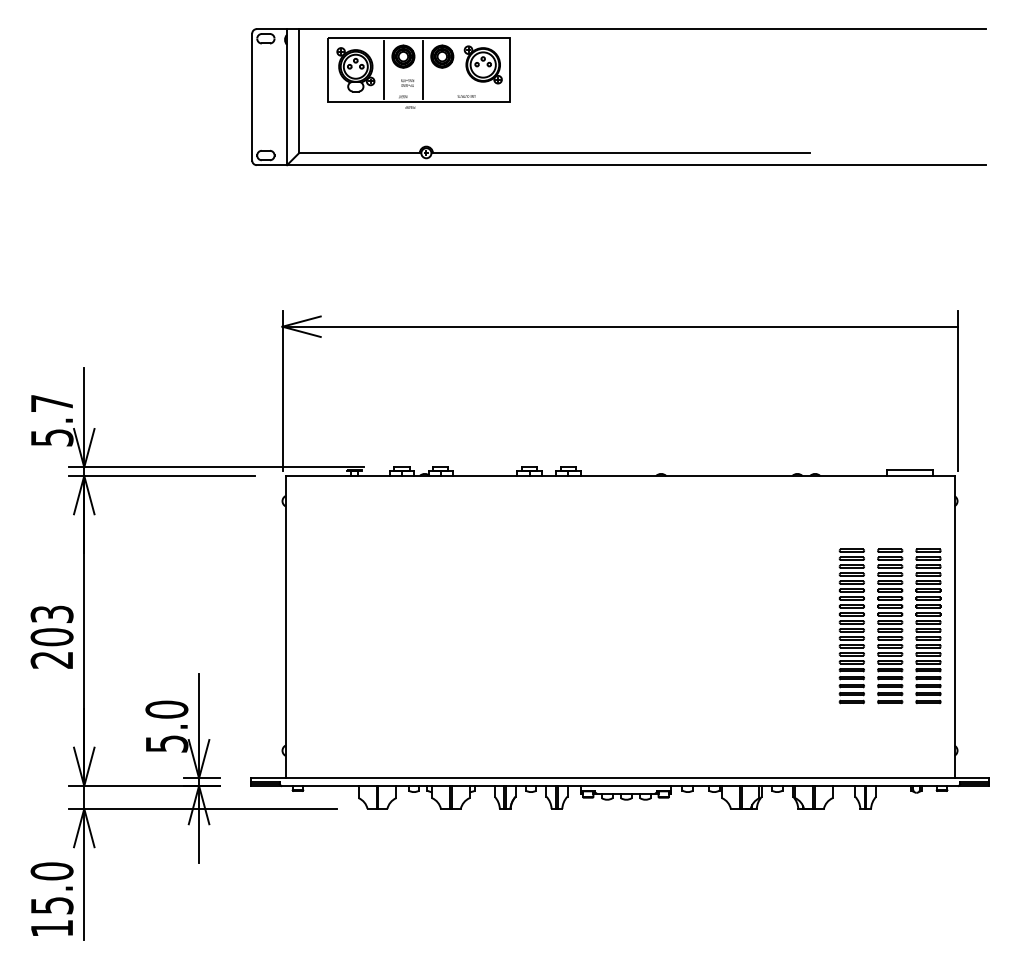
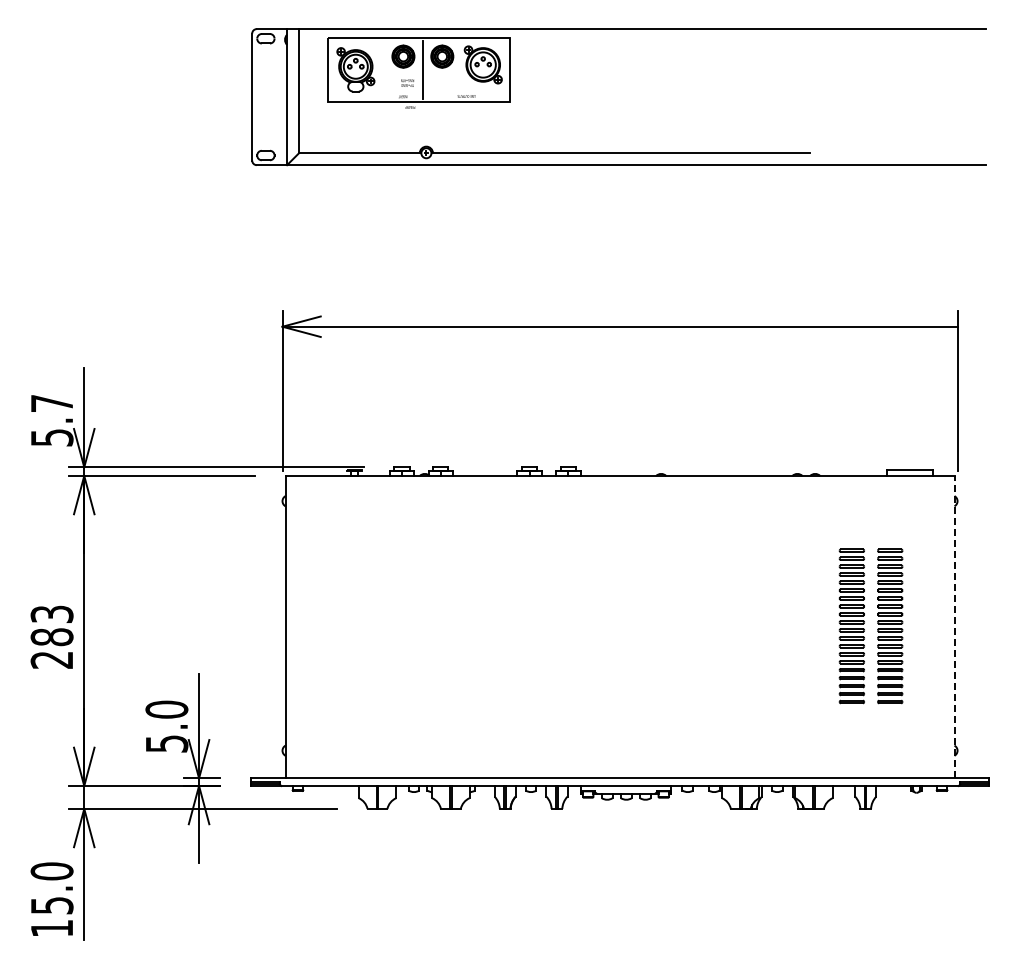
line at (384, 69): present -> none
part at (928, 625): present -> none
line at (954, 626): solid -> dashed
text at (51, 637): 203 -> 283
